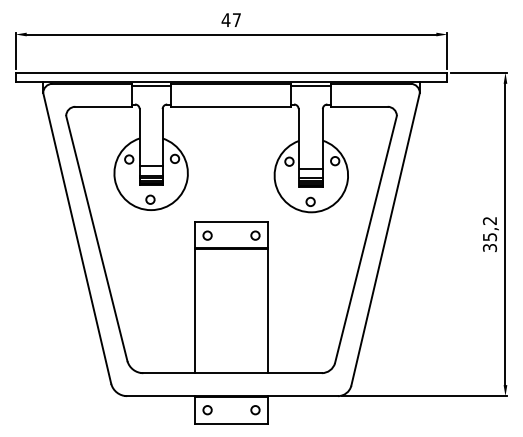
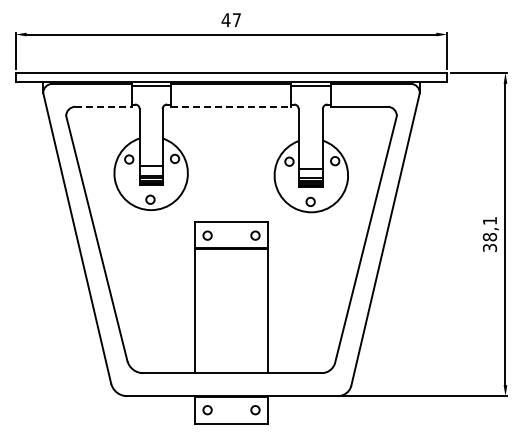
line at (104, 106): solid -> dashed
line at (230, 106): solid -> dashed
text at (489, 229): 35,2 -> 38,1
